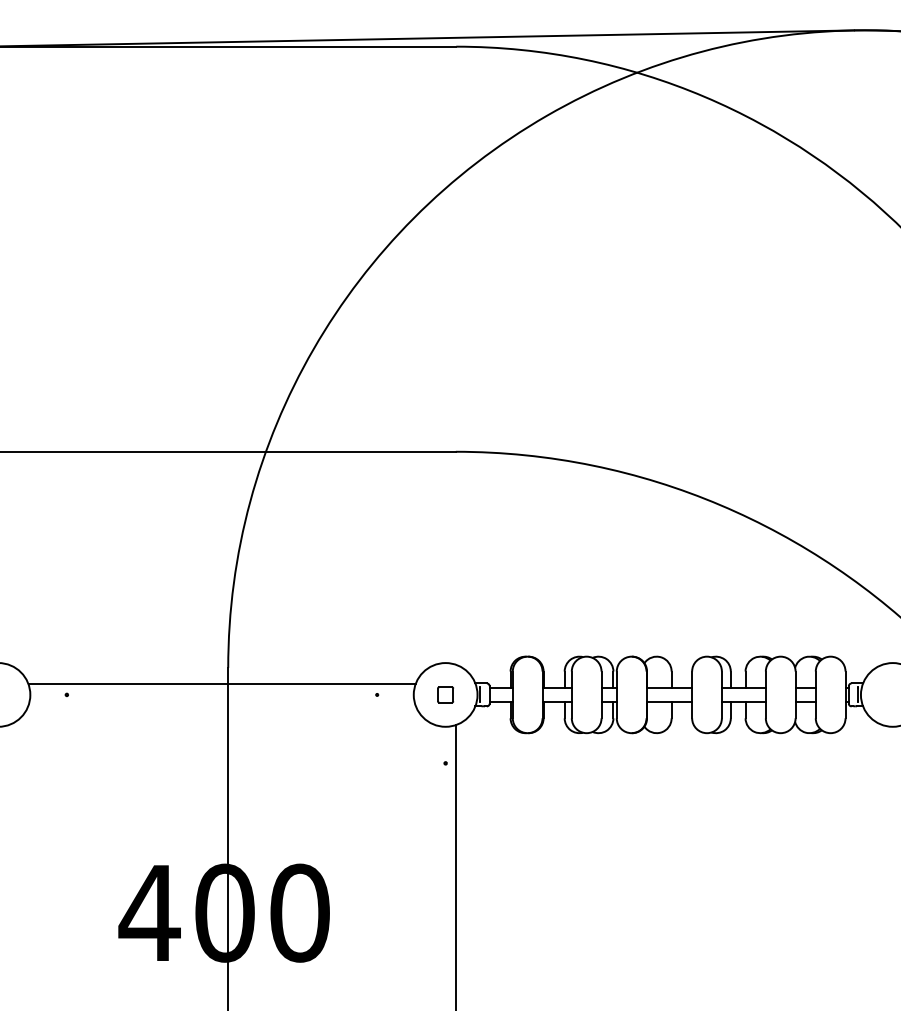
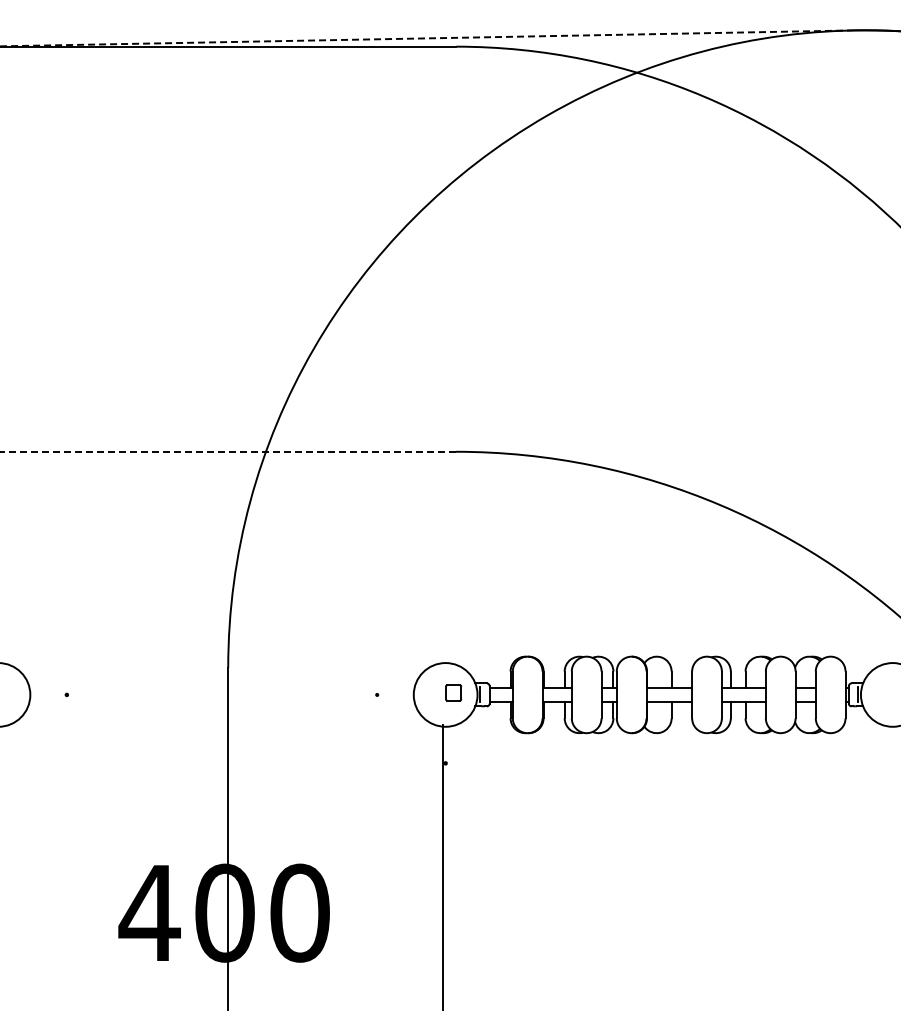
line at (427, 38): solid -> dashed
line at (228, 451): solid -> dashed
line at (221, 684): present -> none
part at (445, 694) position: (445, 694) -> (453, 692)
line at (456, 865) position: (456, 865) -> (443, 865)
